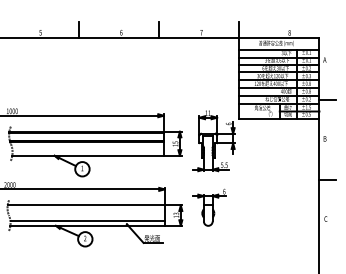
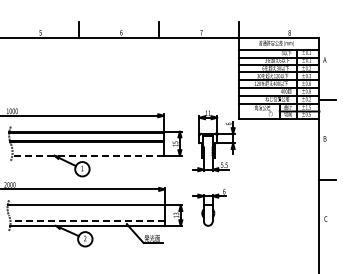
line at (88, 155): solid -> dashed
line at (87, 221): solid -> dashed
